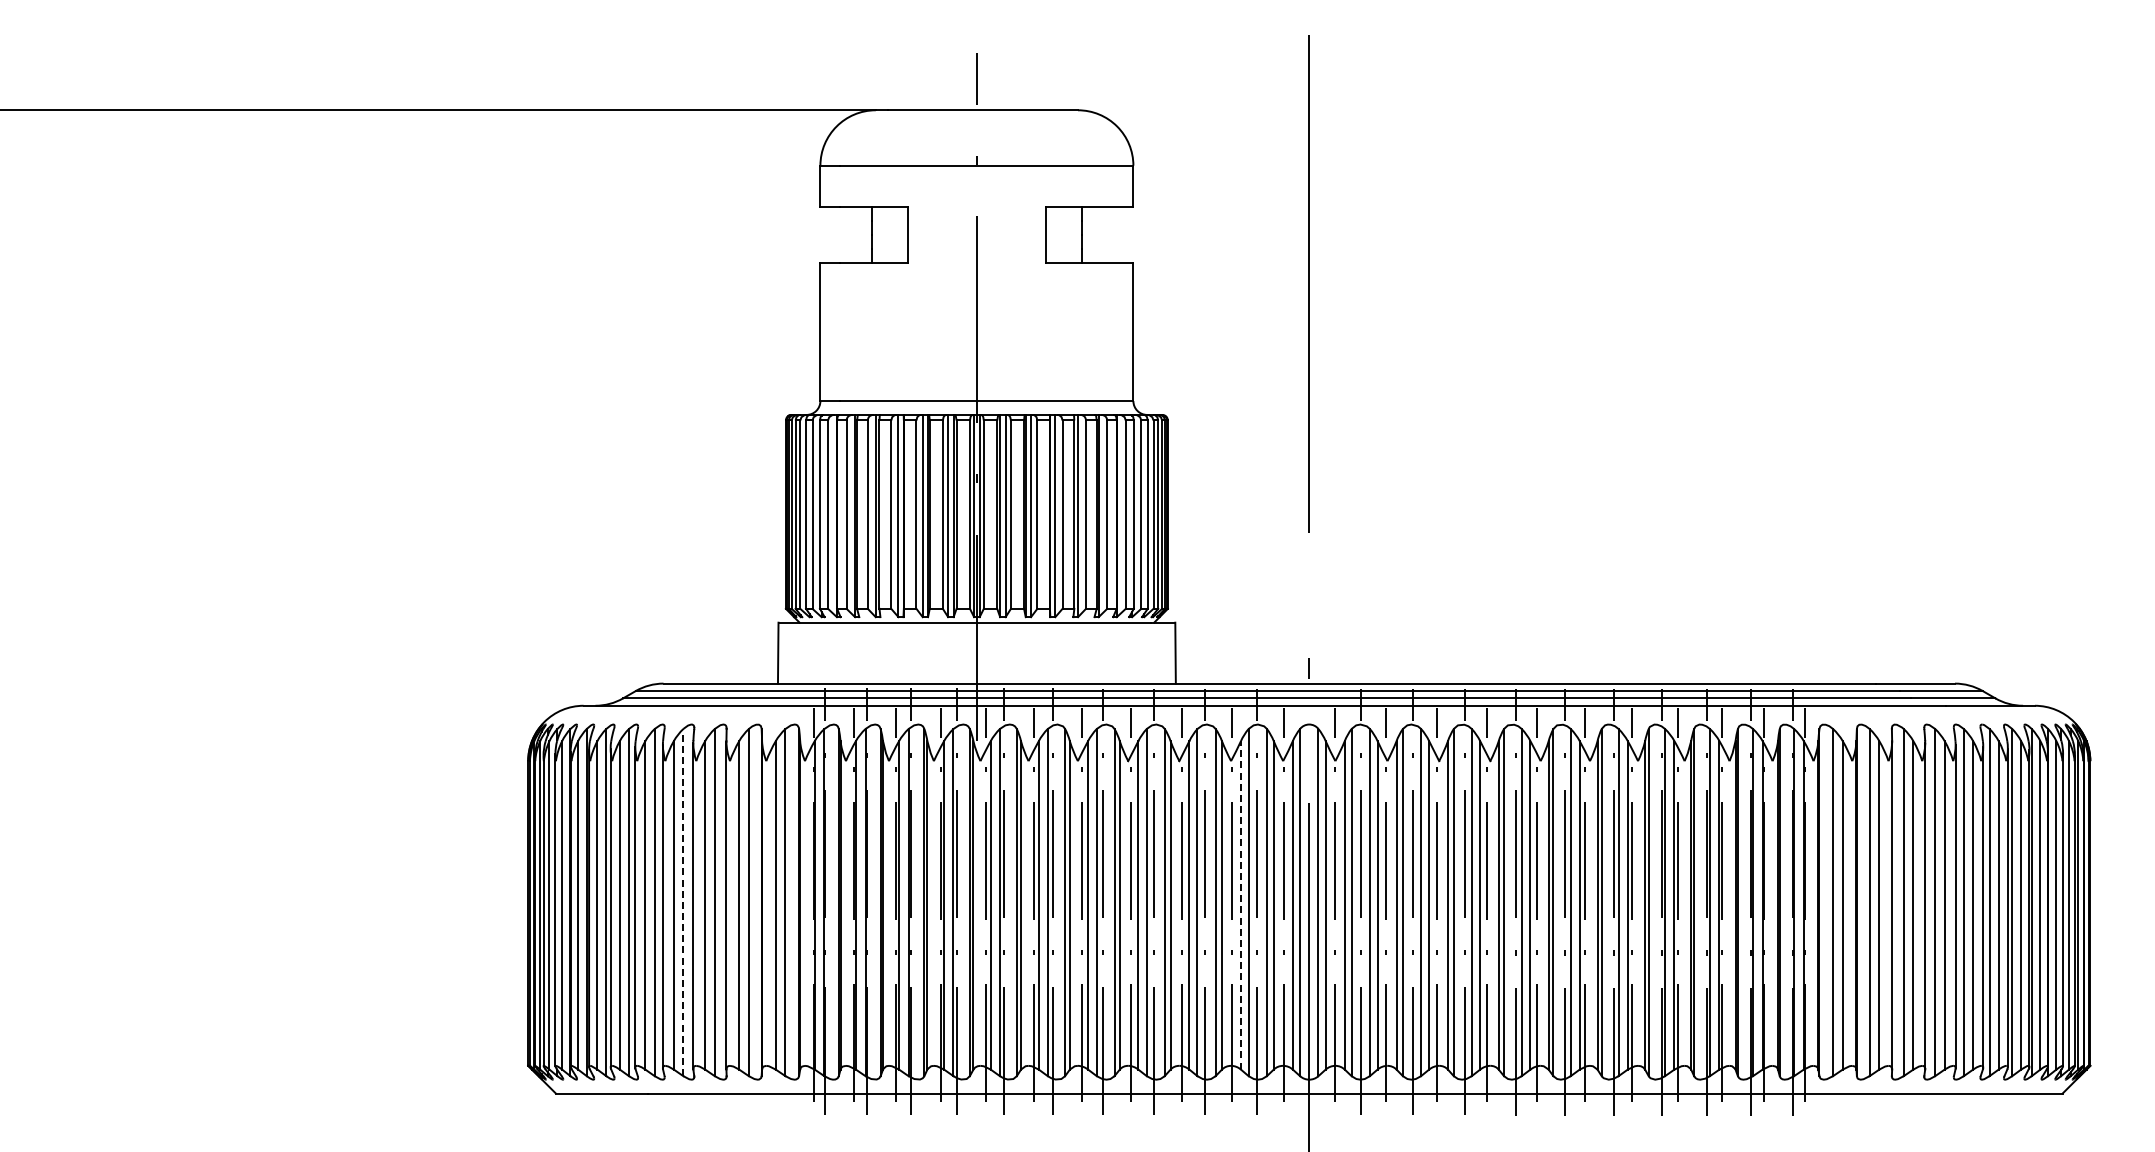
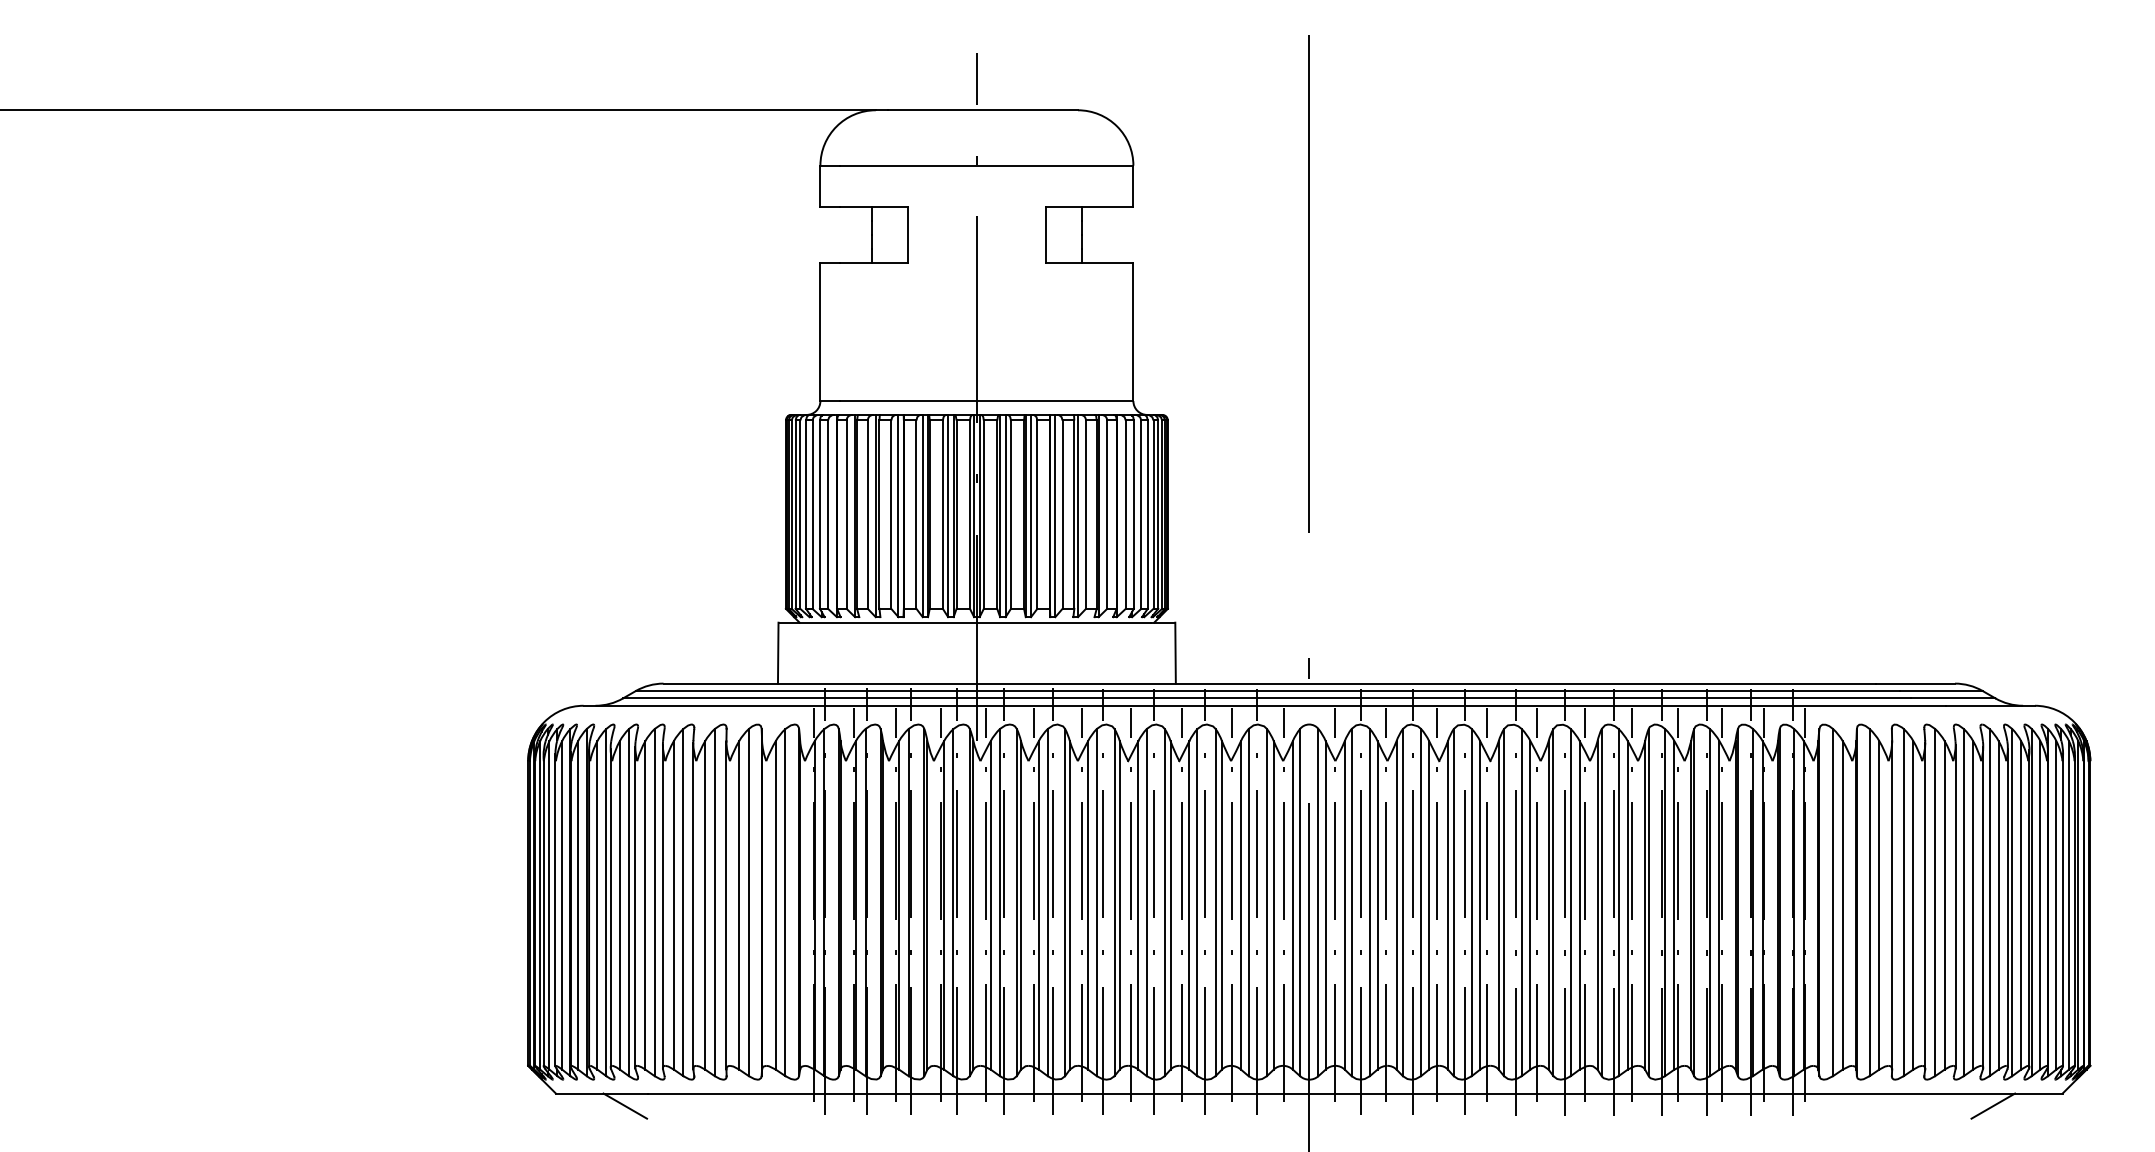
line at (683, 902): dashed -> solid
line at (1240, 904): dashed -> solid
line at (625, 1105): none -> present
line at (1993, 1105): none -> present
